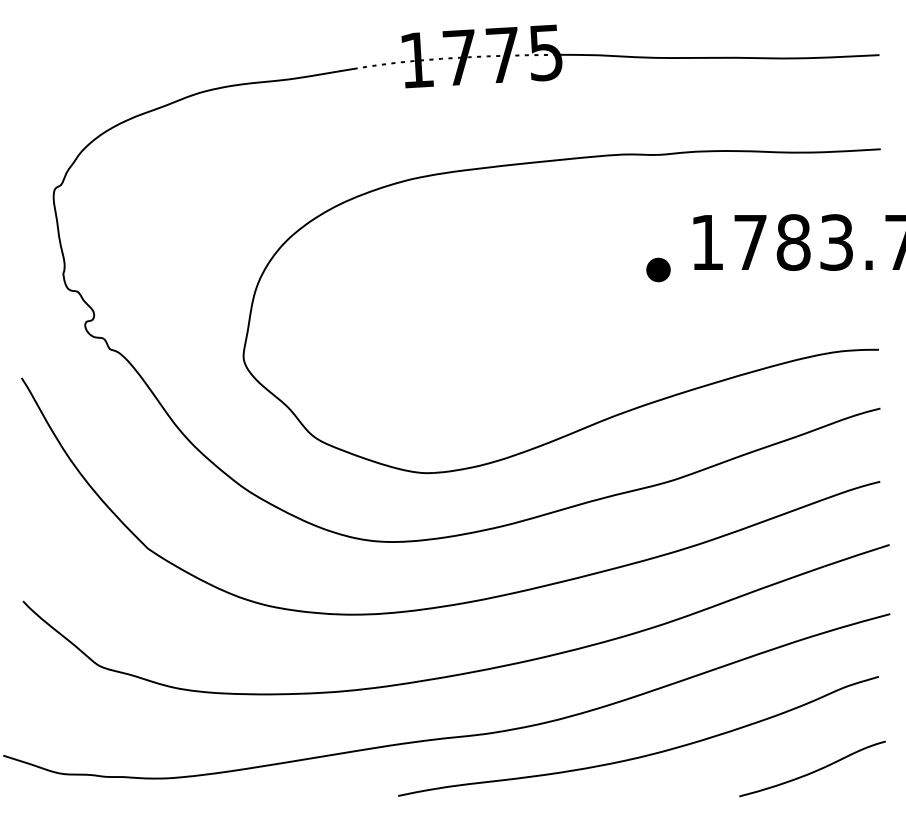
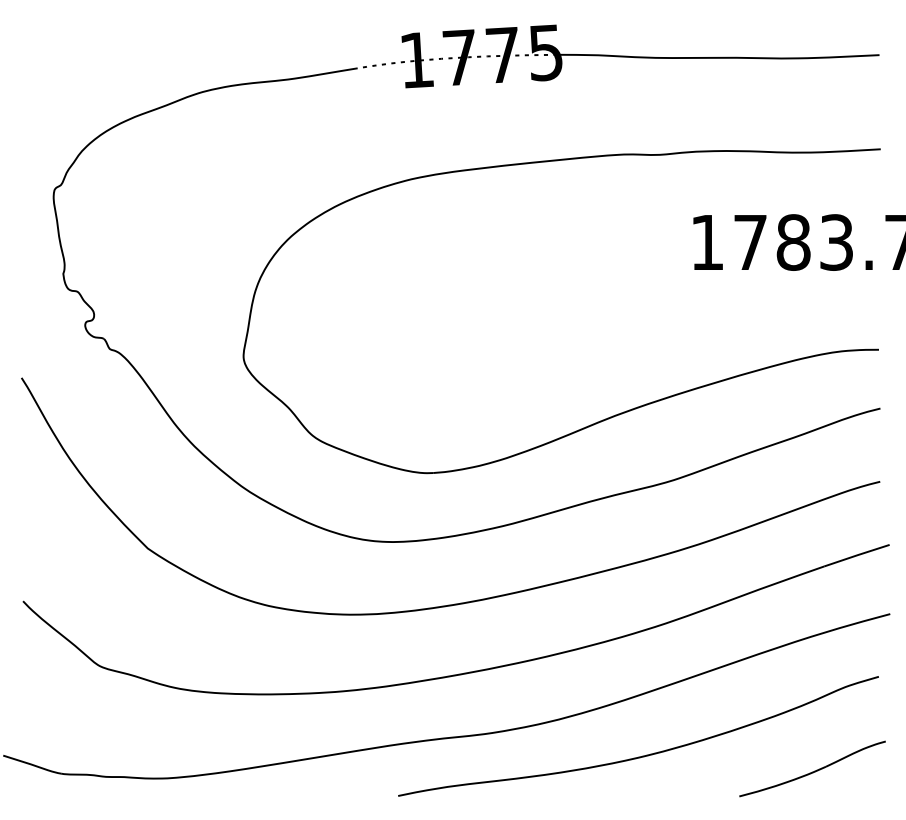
part at (658, 269): present -> none
